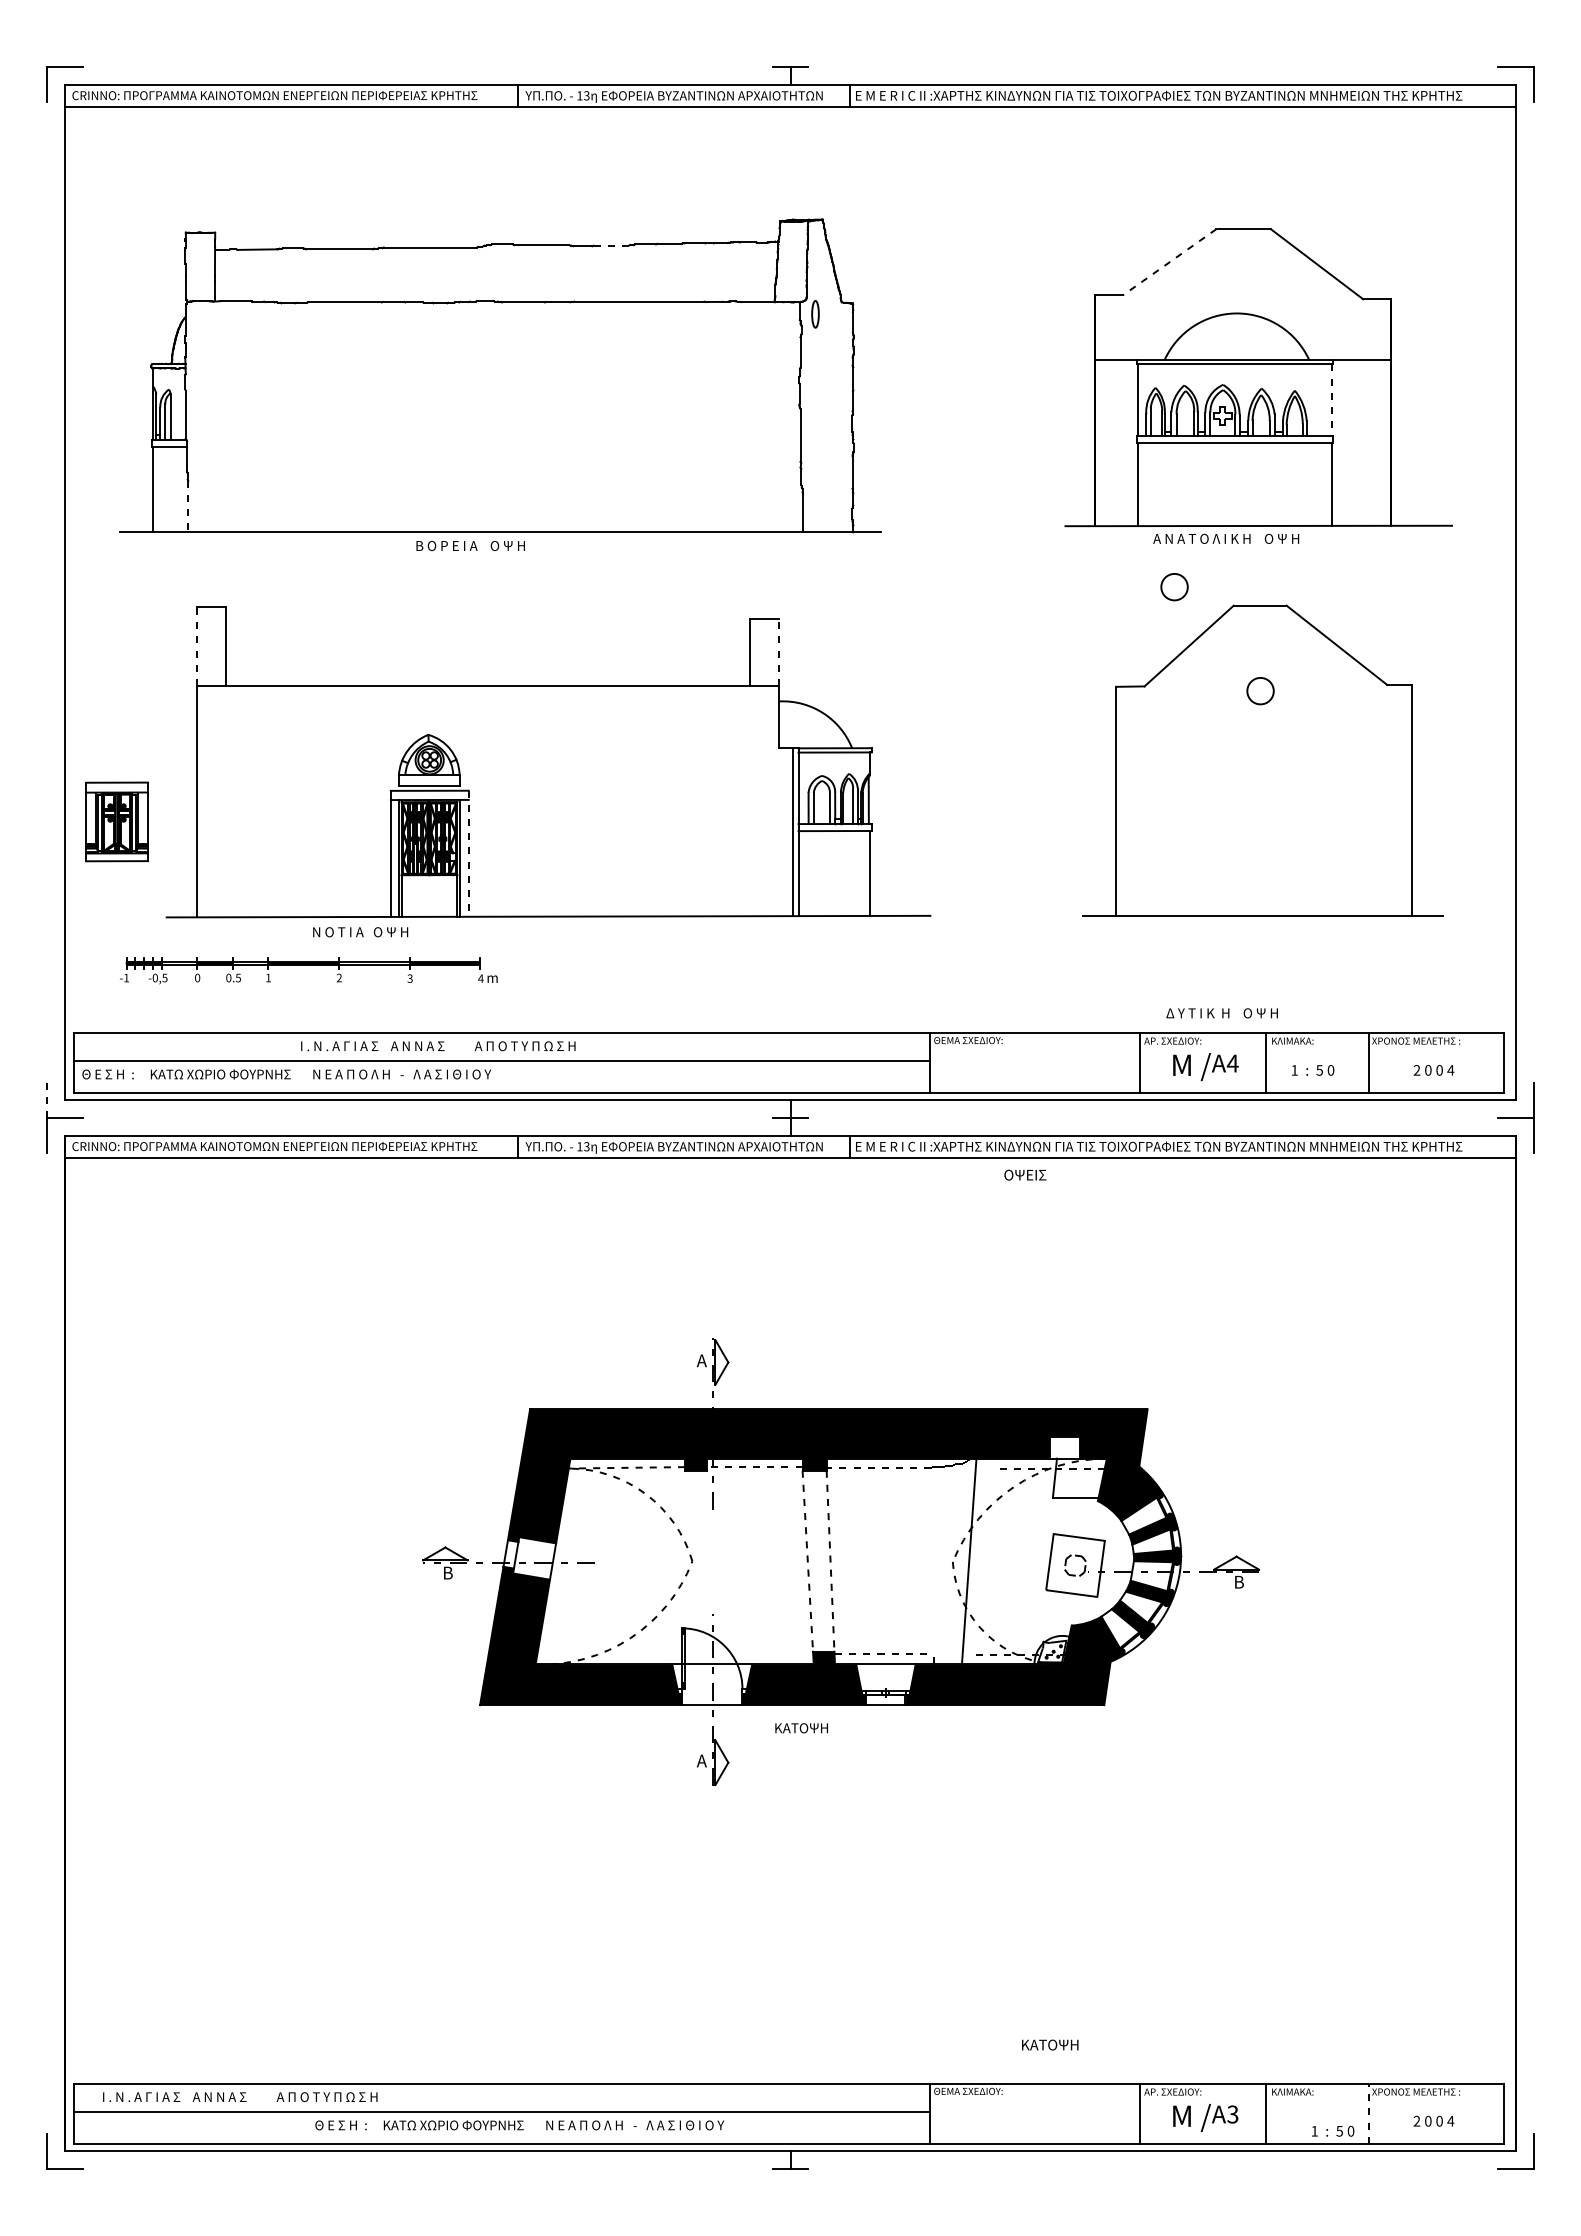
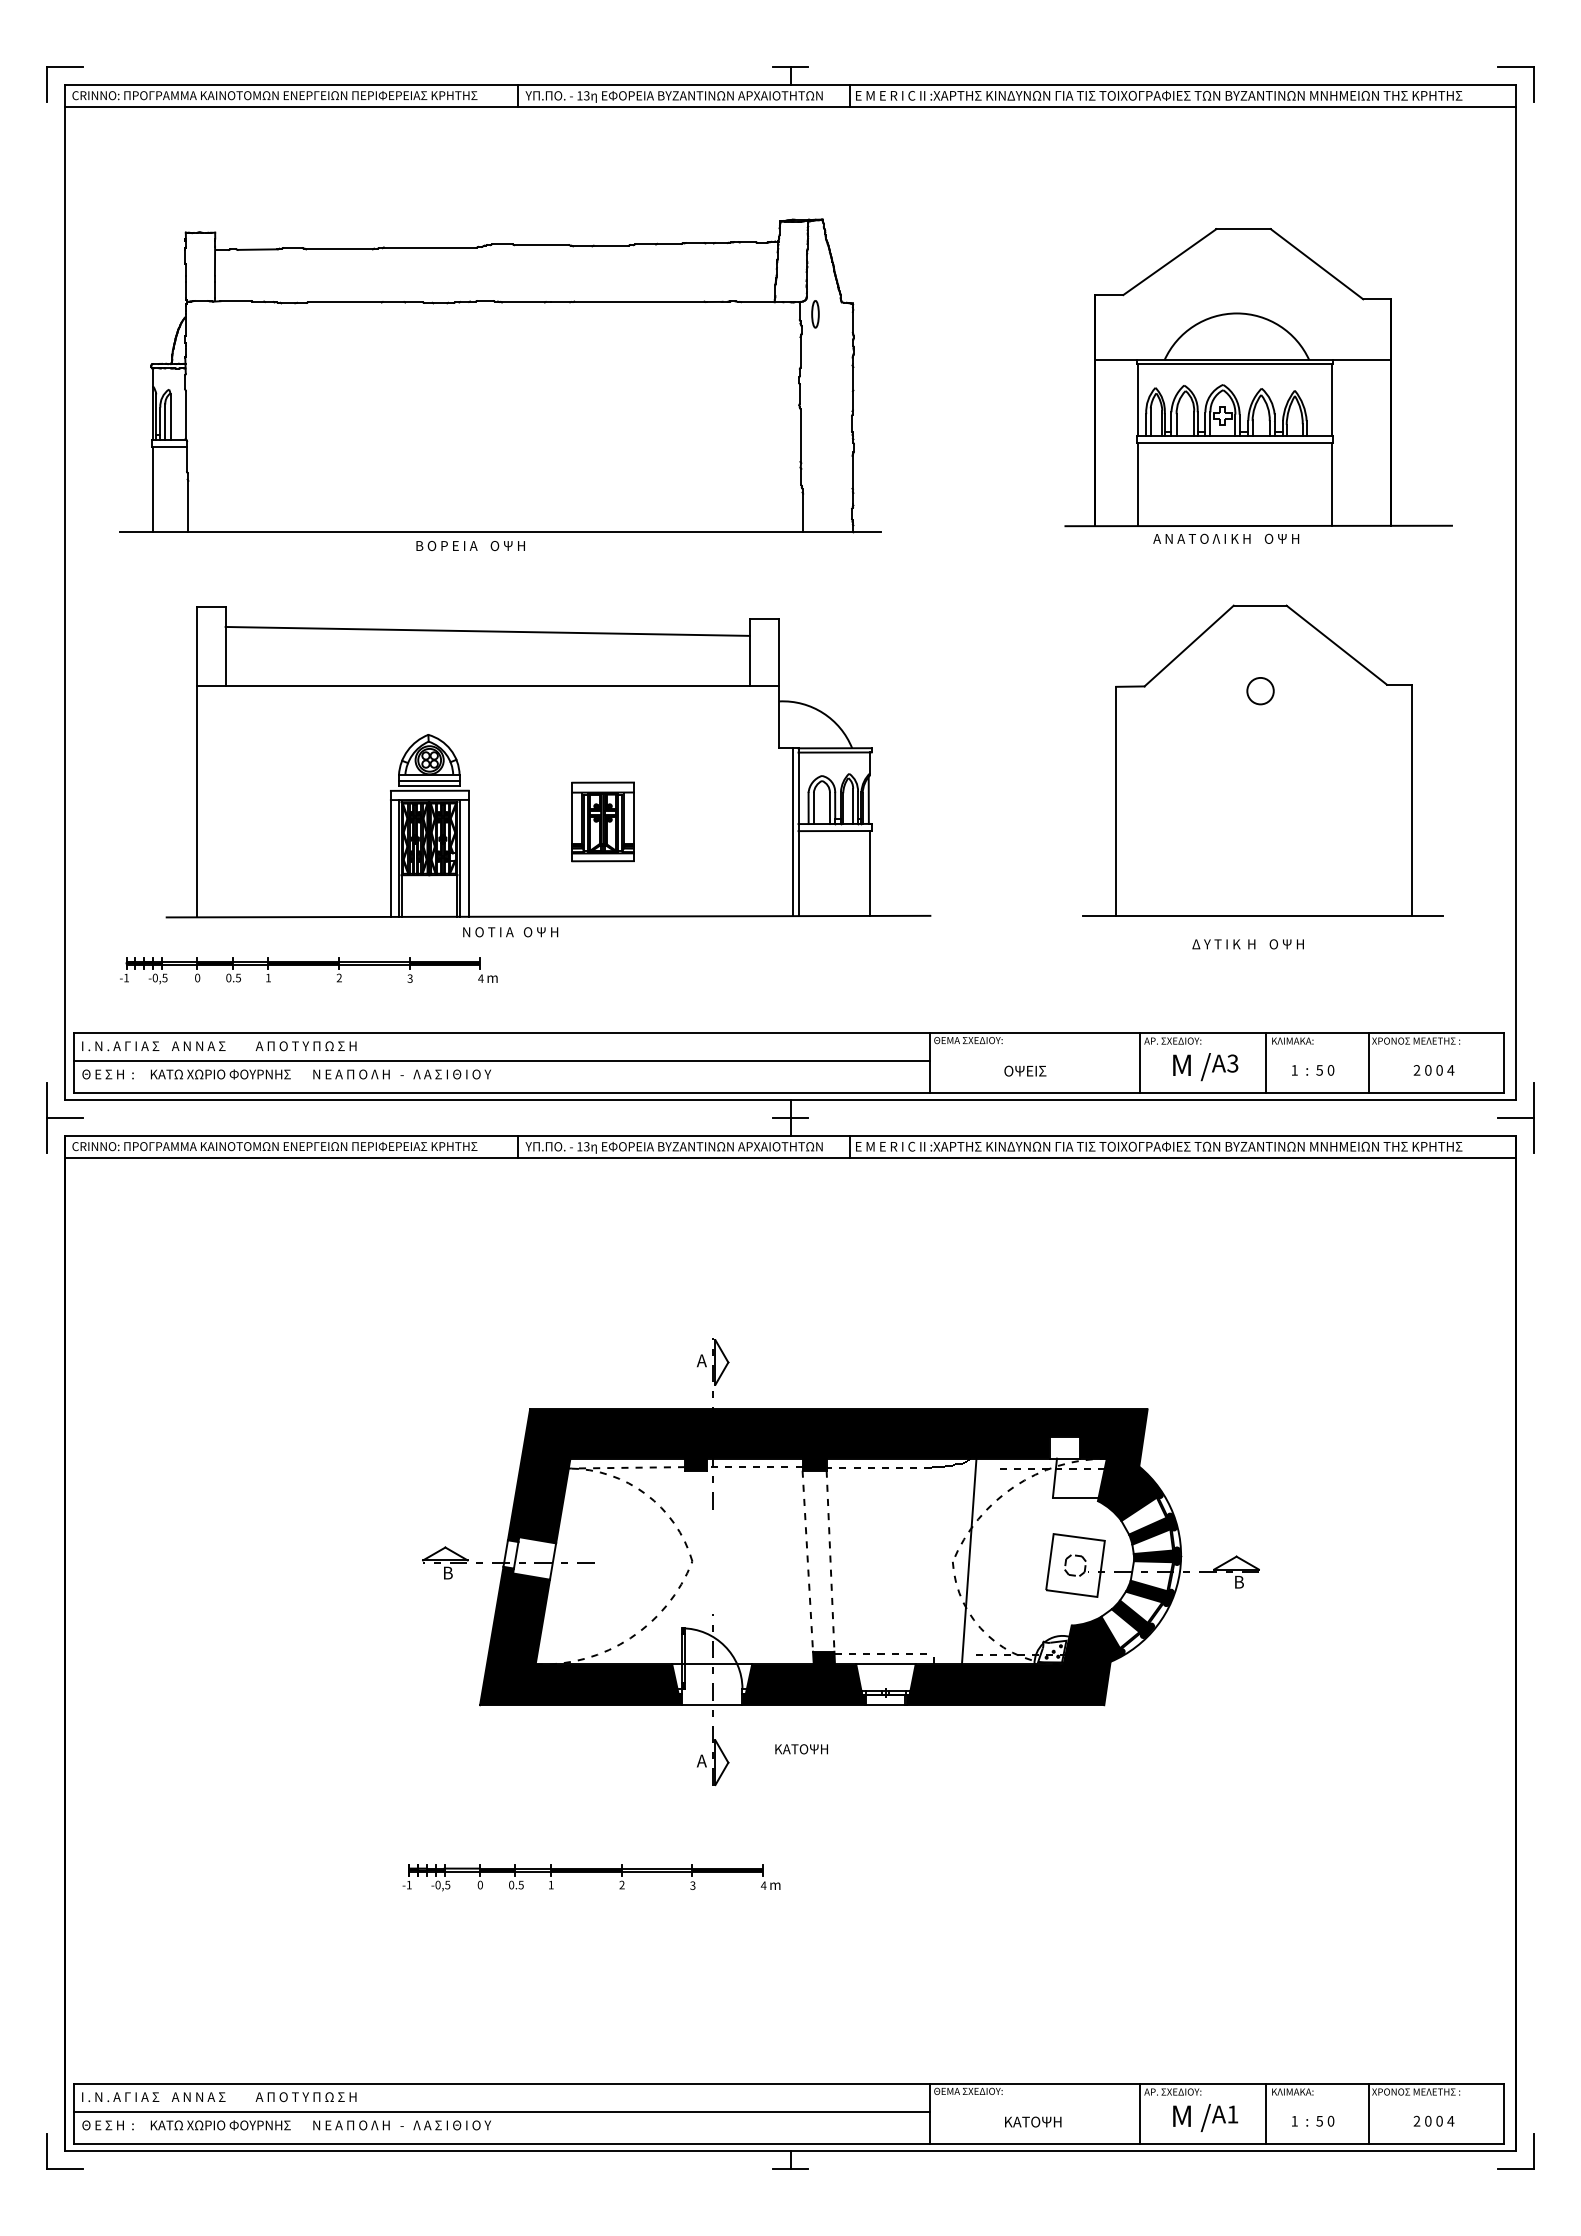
line at (611, 245): dashed -> solid
line at (1169, 262): dashed -> solid
line at (1331, 400): dashed -> solid
line at (188, 506): dashed -> solid
circle at (1174, 587): present -> none
line at (487, 630): none -> present
line at (197, 646): dashed -> solid
line at (779, 652): dashed -> solid
line at (428, 780): none -> present
part at (116, 821) position: (116, 821) -> (602, 821)
line at (468, 853): dashed -> solid
text at (360, 932) position: (360, 932) -> (510, 932)
text at (1221, 1013) position: (1221, 1013) -> (1247, 944)
text at (438, 1046) position: (438, 1046) -> (219, 1046)
text at (1232, 1063): 4 -> 3
line at (47, 1100): dashed -> solid
text at (1025, 1174) position: (1025, 1174) -> (1025, 1070)
text at (801, 1728) position: (801, 1728) -> (801, 1749)
part at (591, 1877): none -> present
text at (1050, 2044) position: (1050, 2044) -> (1033, 2121)
text at (240, 2097) position: (240, 2097) -> (219, 2097)
line at (1368, 2113): dashed -> solid
text at (1232, 2114): 3 -> 1
text at (519, 2125) position: (519, 2125) -> (286, 2125)
text at (1333, 2130) position: (1333, 2130) -> (1313, 2120)
